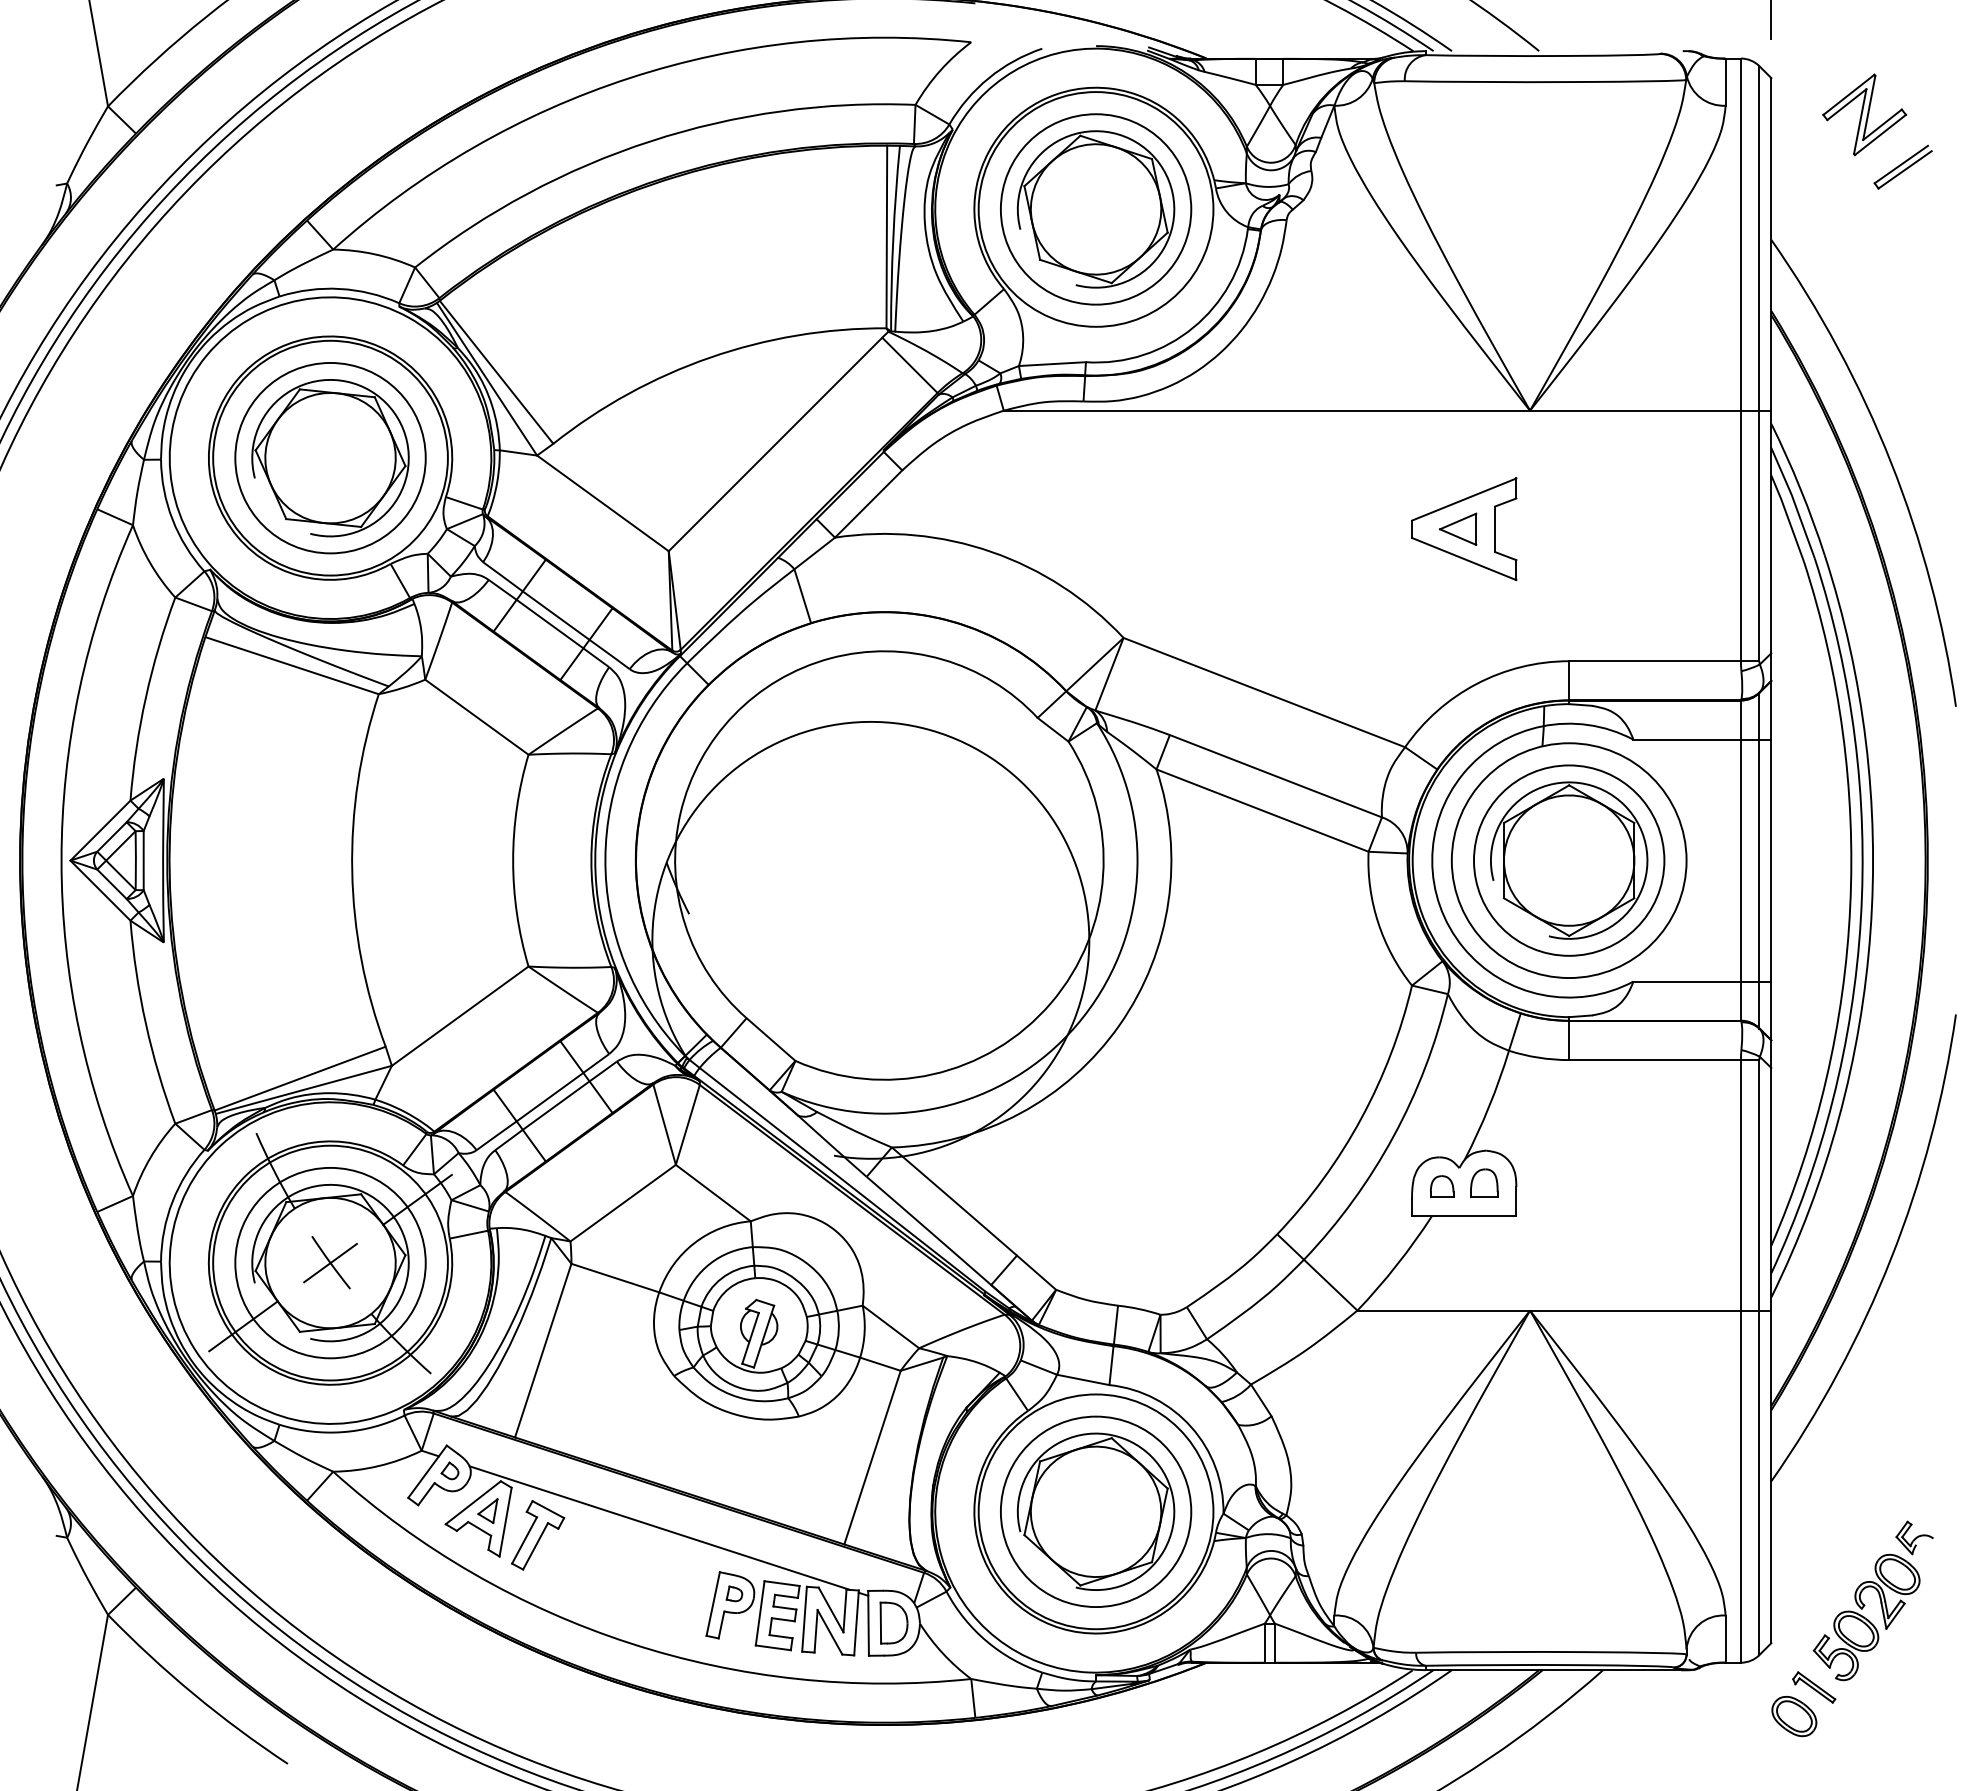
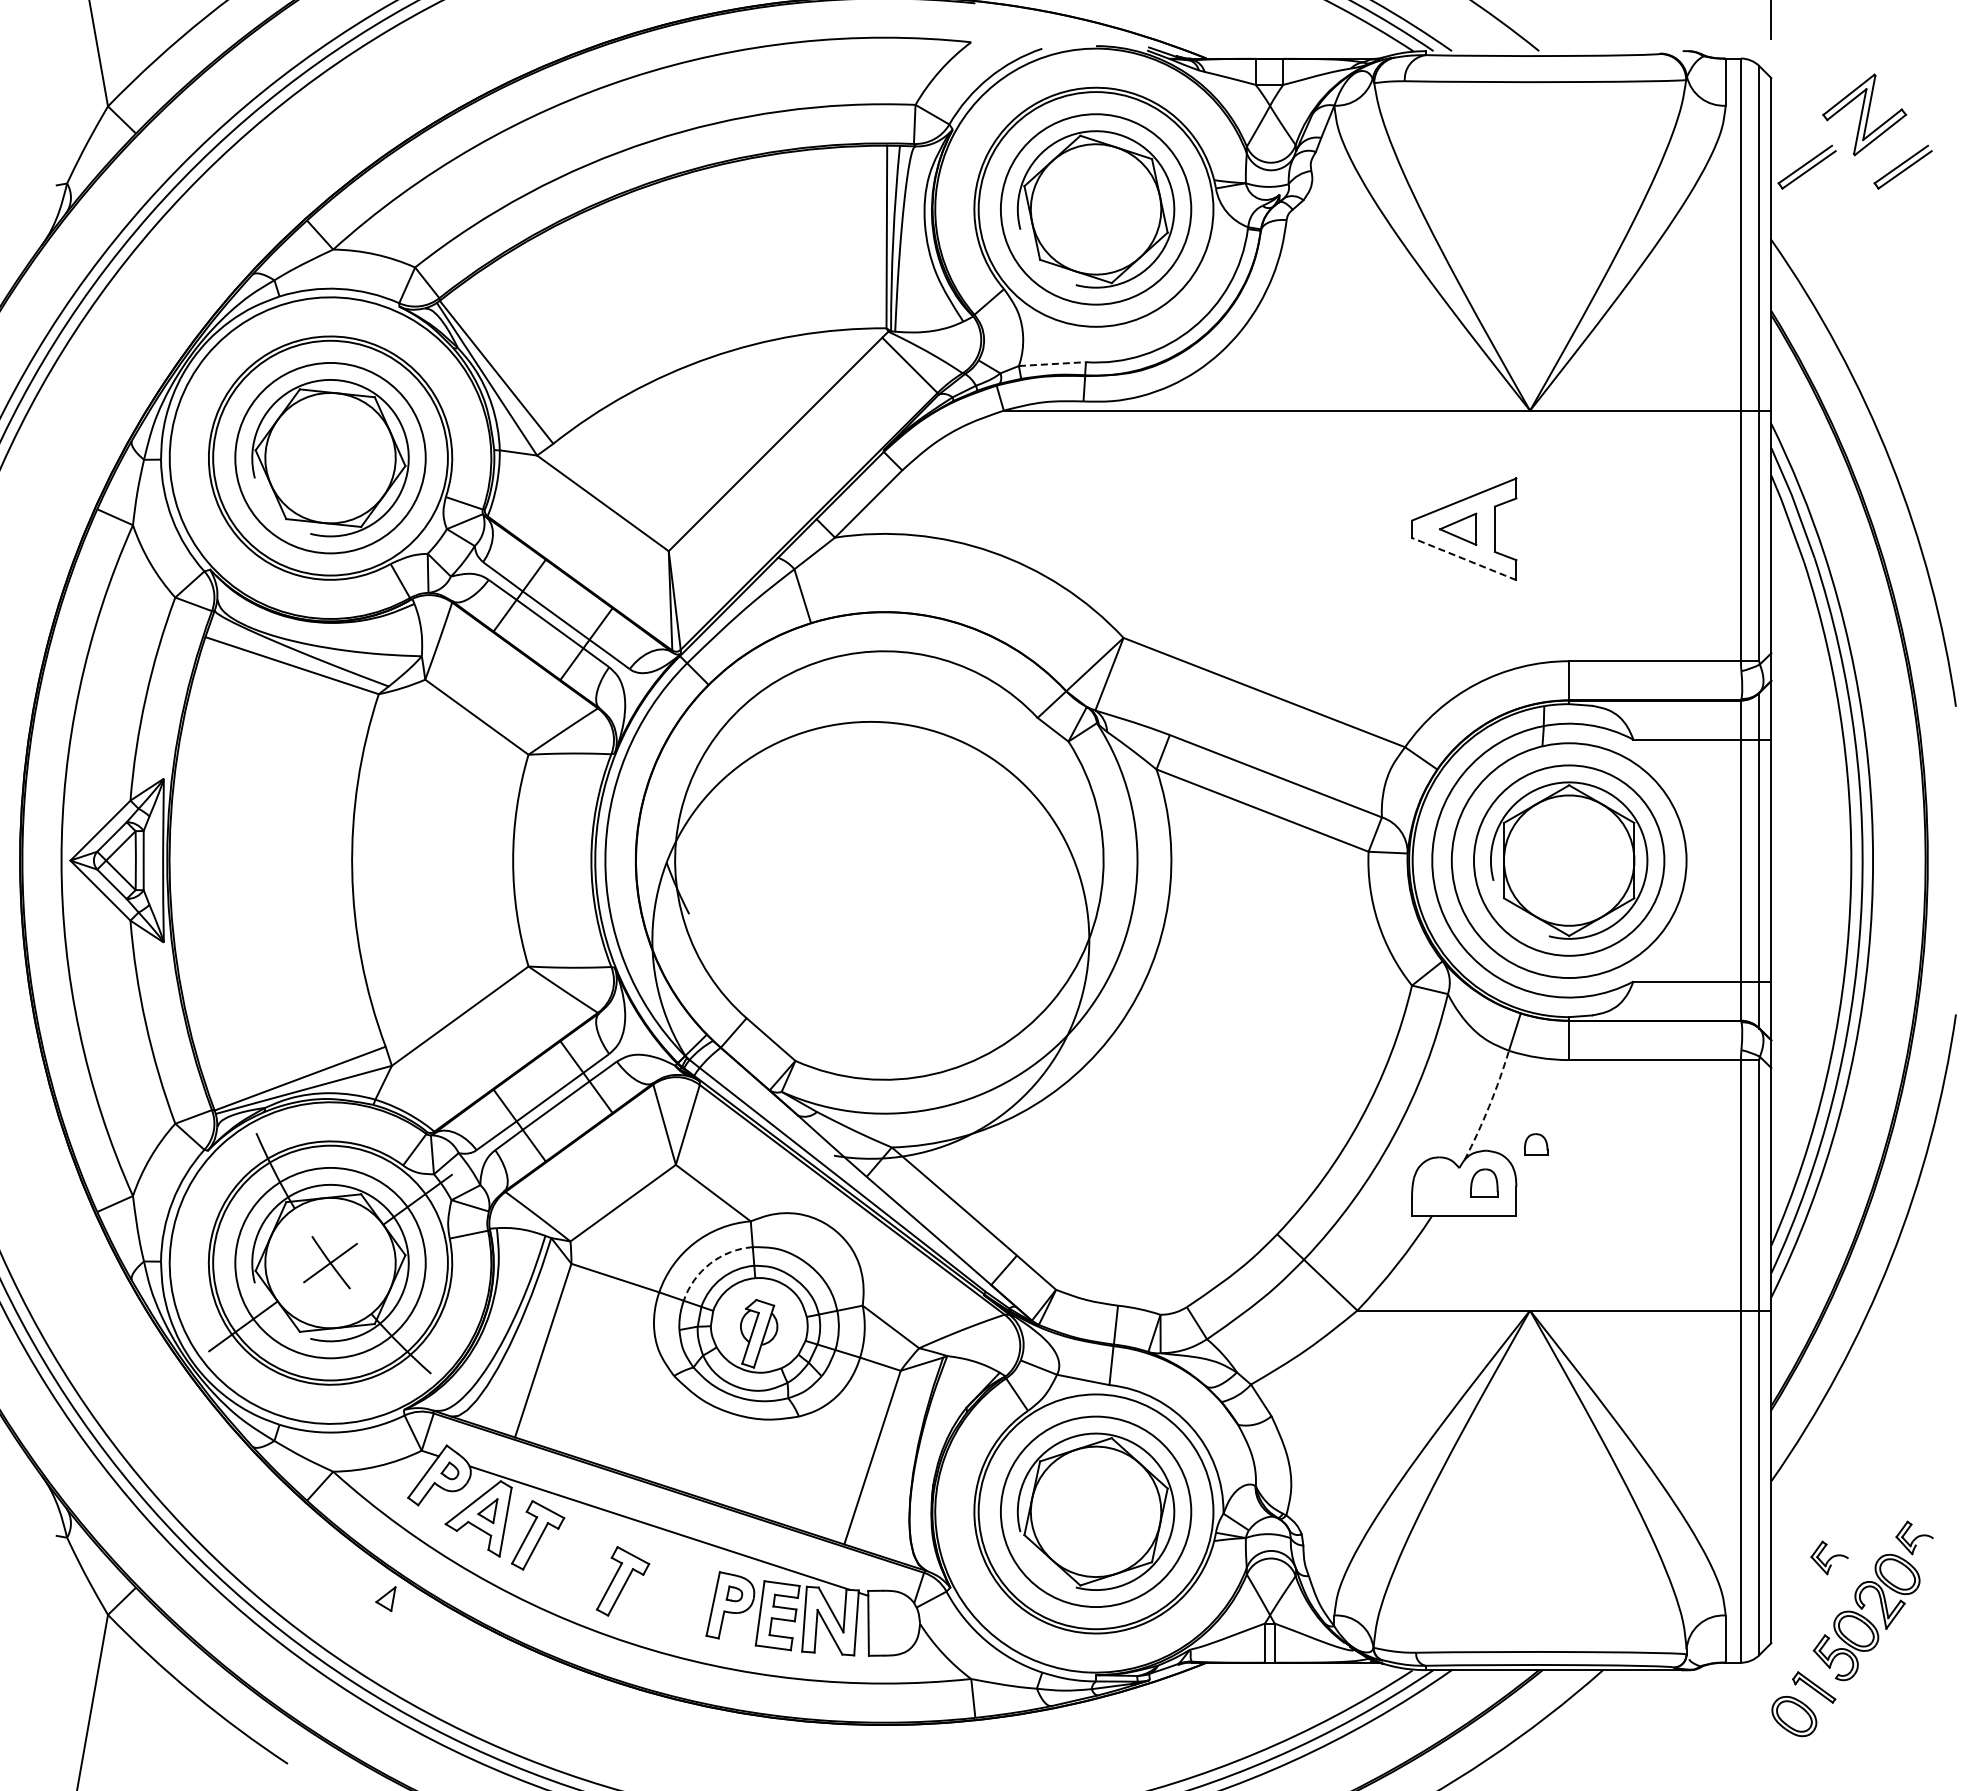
part at (1806, 166): none -> present
line at (1052, 364): solid -> dashed
line at (1463, 558): solid -> dashed
arc at (1489, 1106): solid -> dashed
part at (1442, 1186) position: (1442, 1186) -> (1536, 1144)
arc at (710, 1263): solid -> dashed
part at (1829, 1557): none -> present
part at (623, 1581): none -> present
part at (385, 1599): none -> present
part at (893, 1622): present -> none
